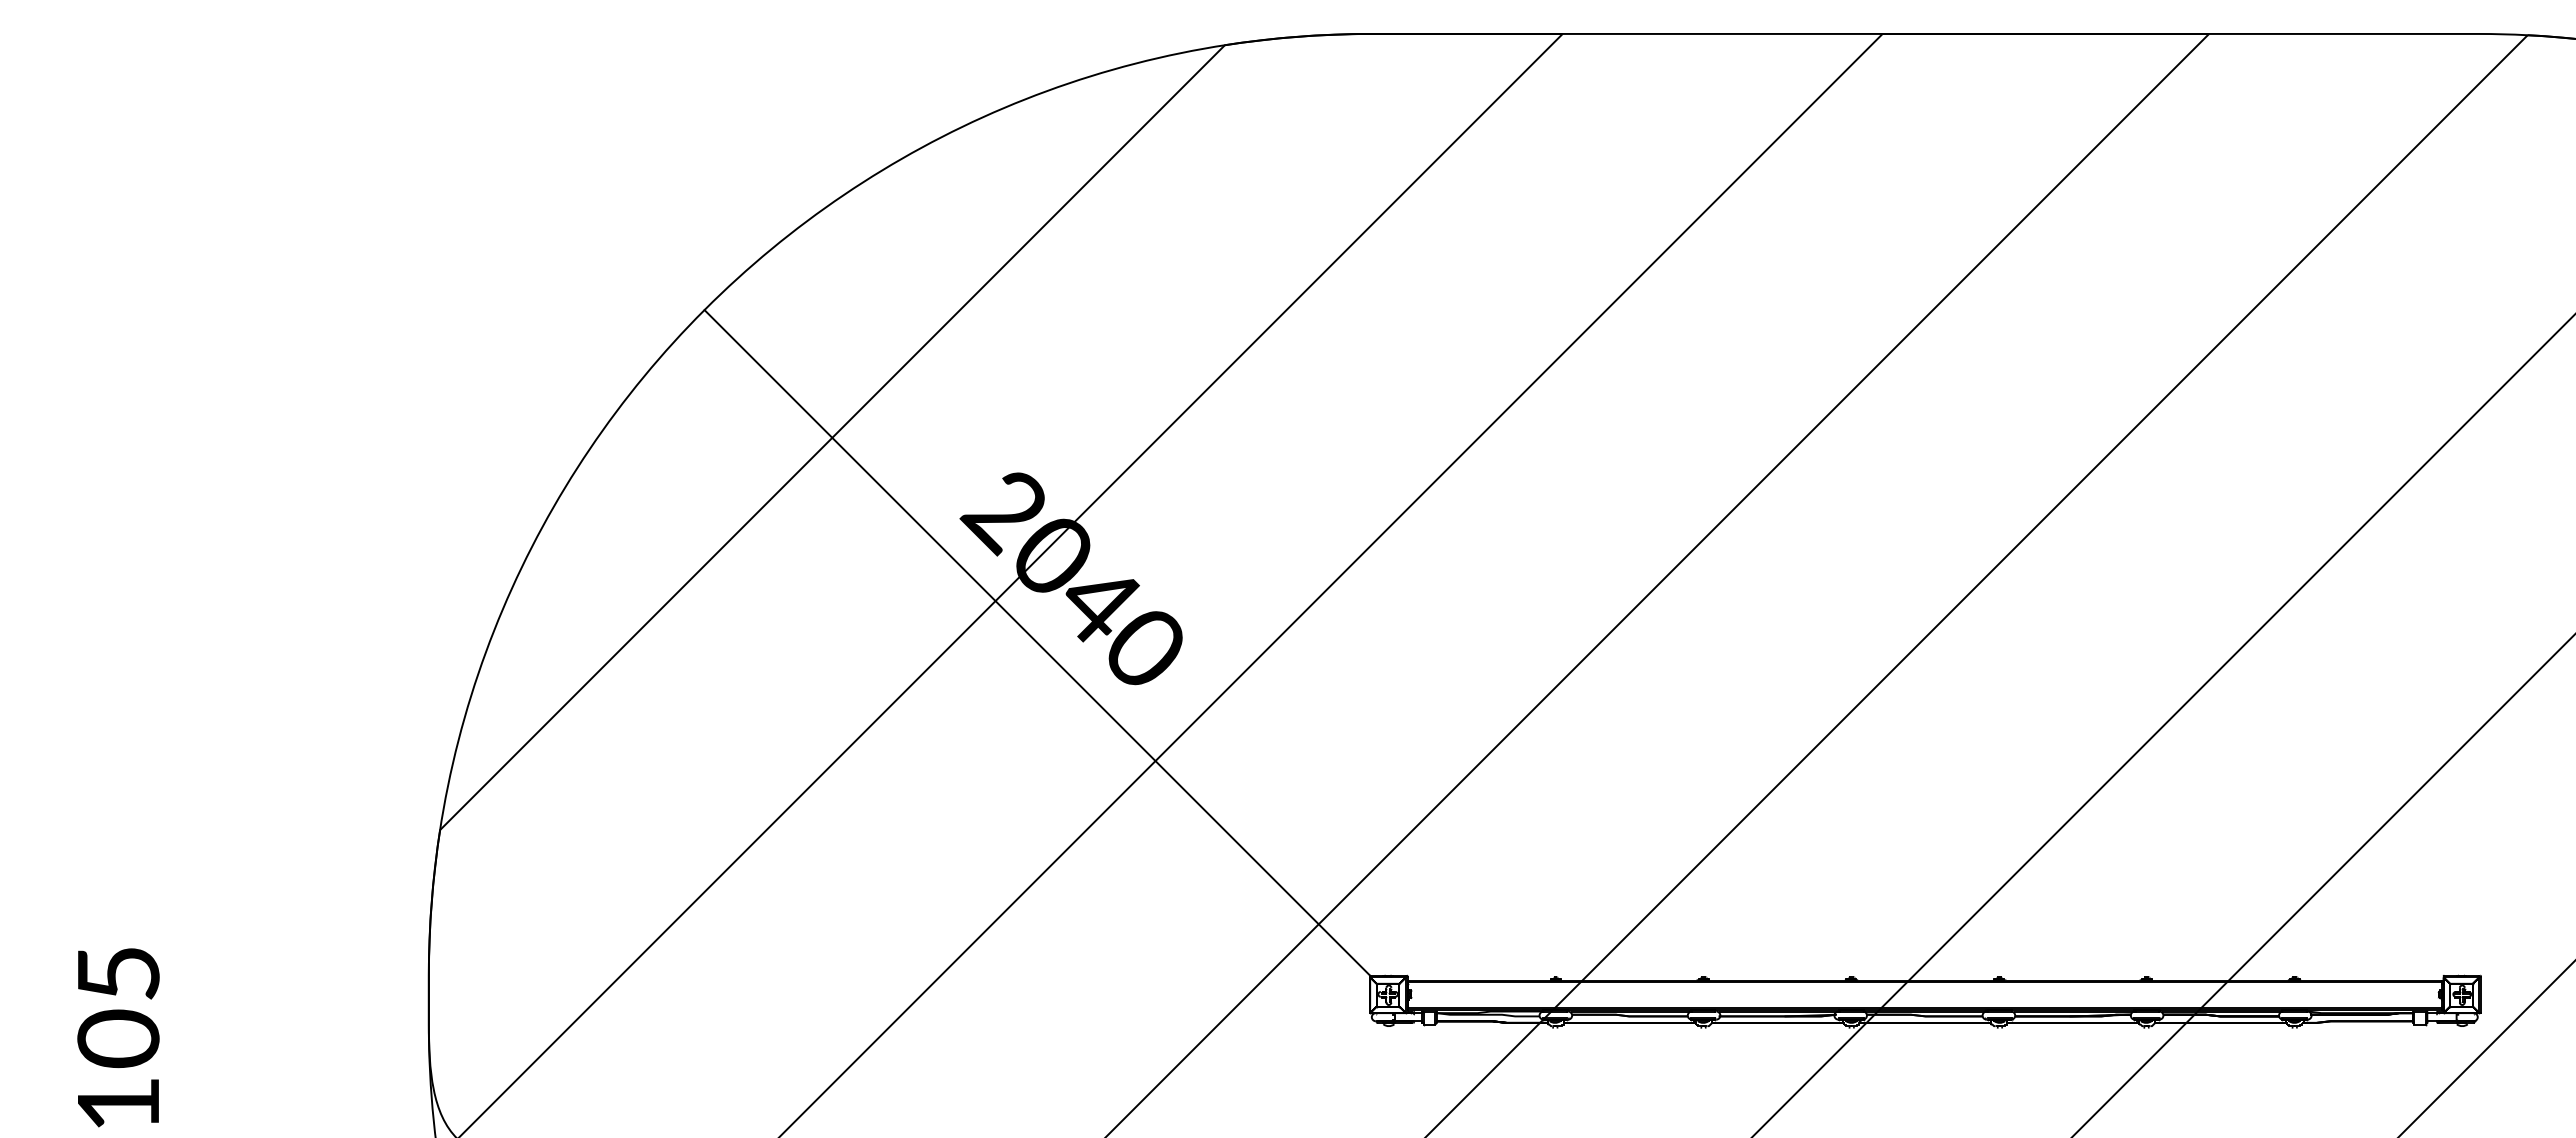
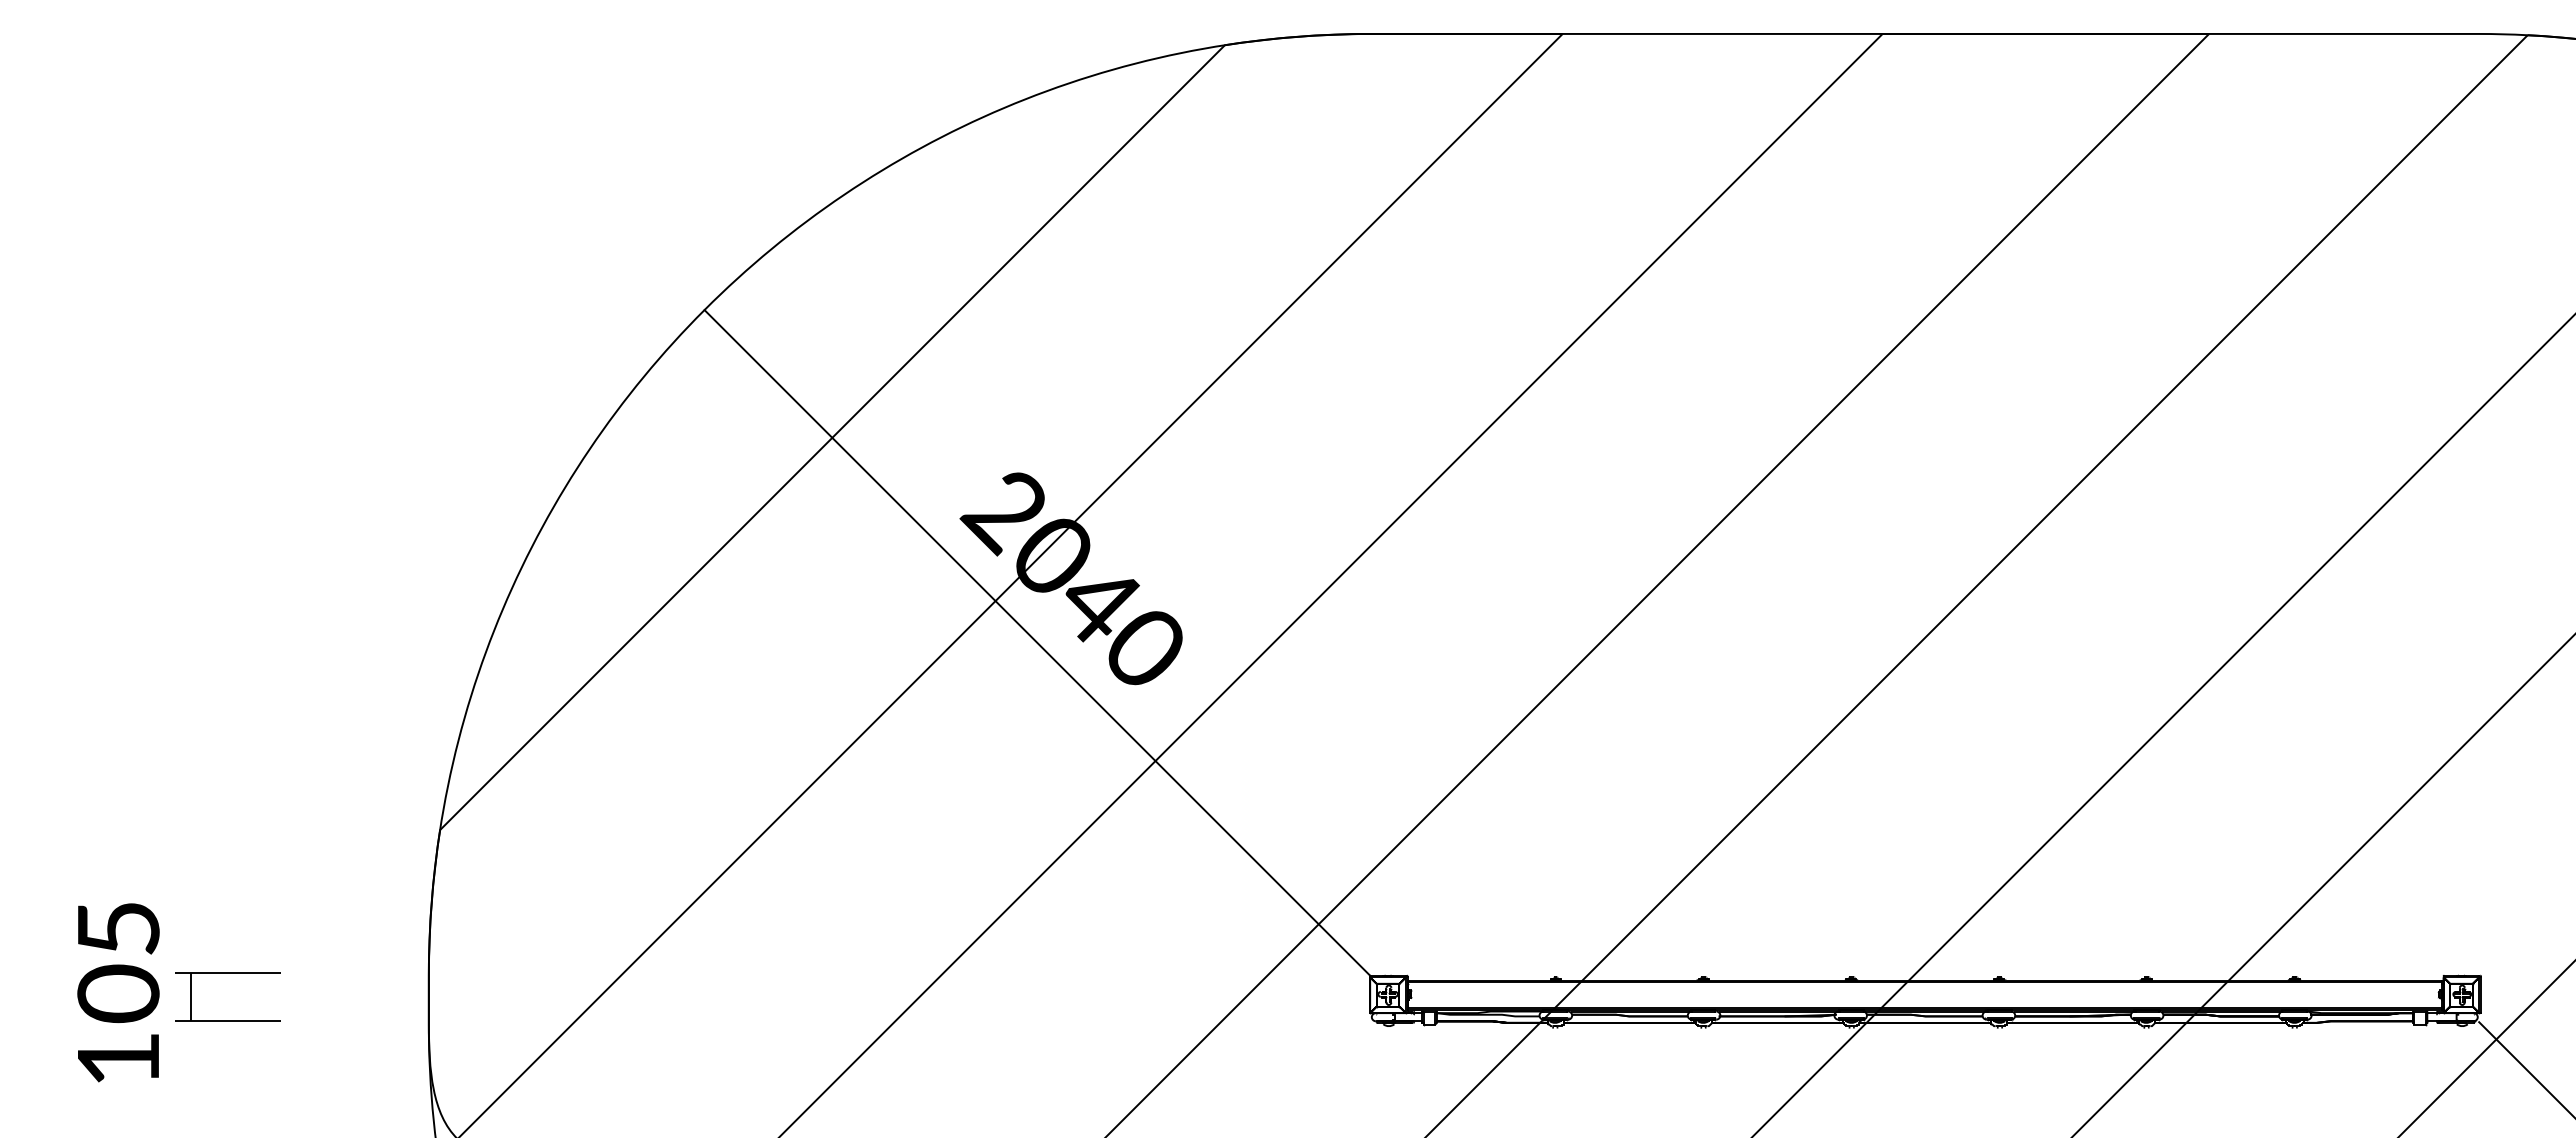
part at (227, 973): none -> present
text at (118, 1037) position: (118, 1037) -> (118, 992)
line at (2525, 1068): none -> present
